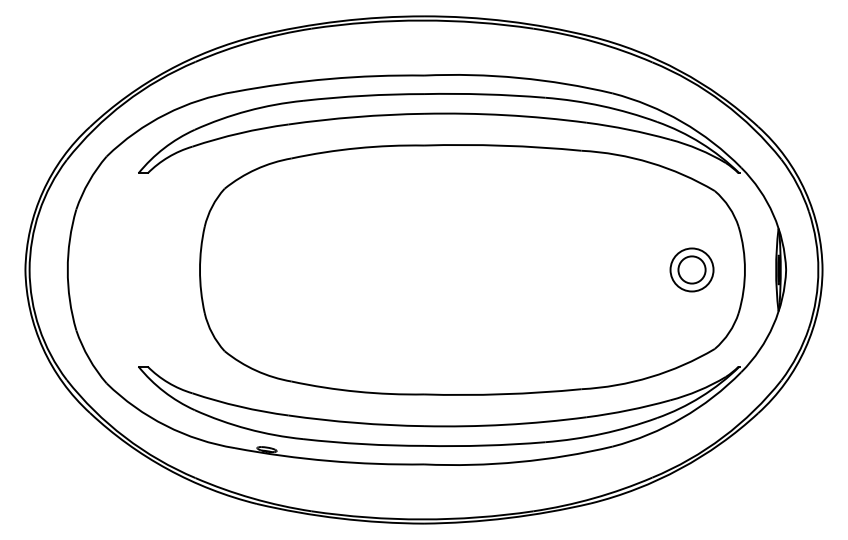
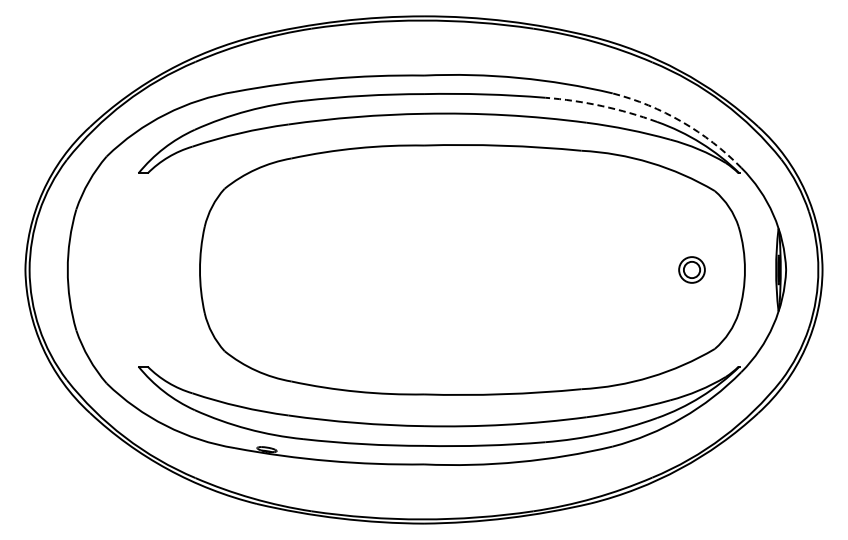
arc at (602, 106): solid -> dashed
arc at (682, 121): solid -> dashed
part at (691, 269) size: 46x46 px -> 28x28 px
